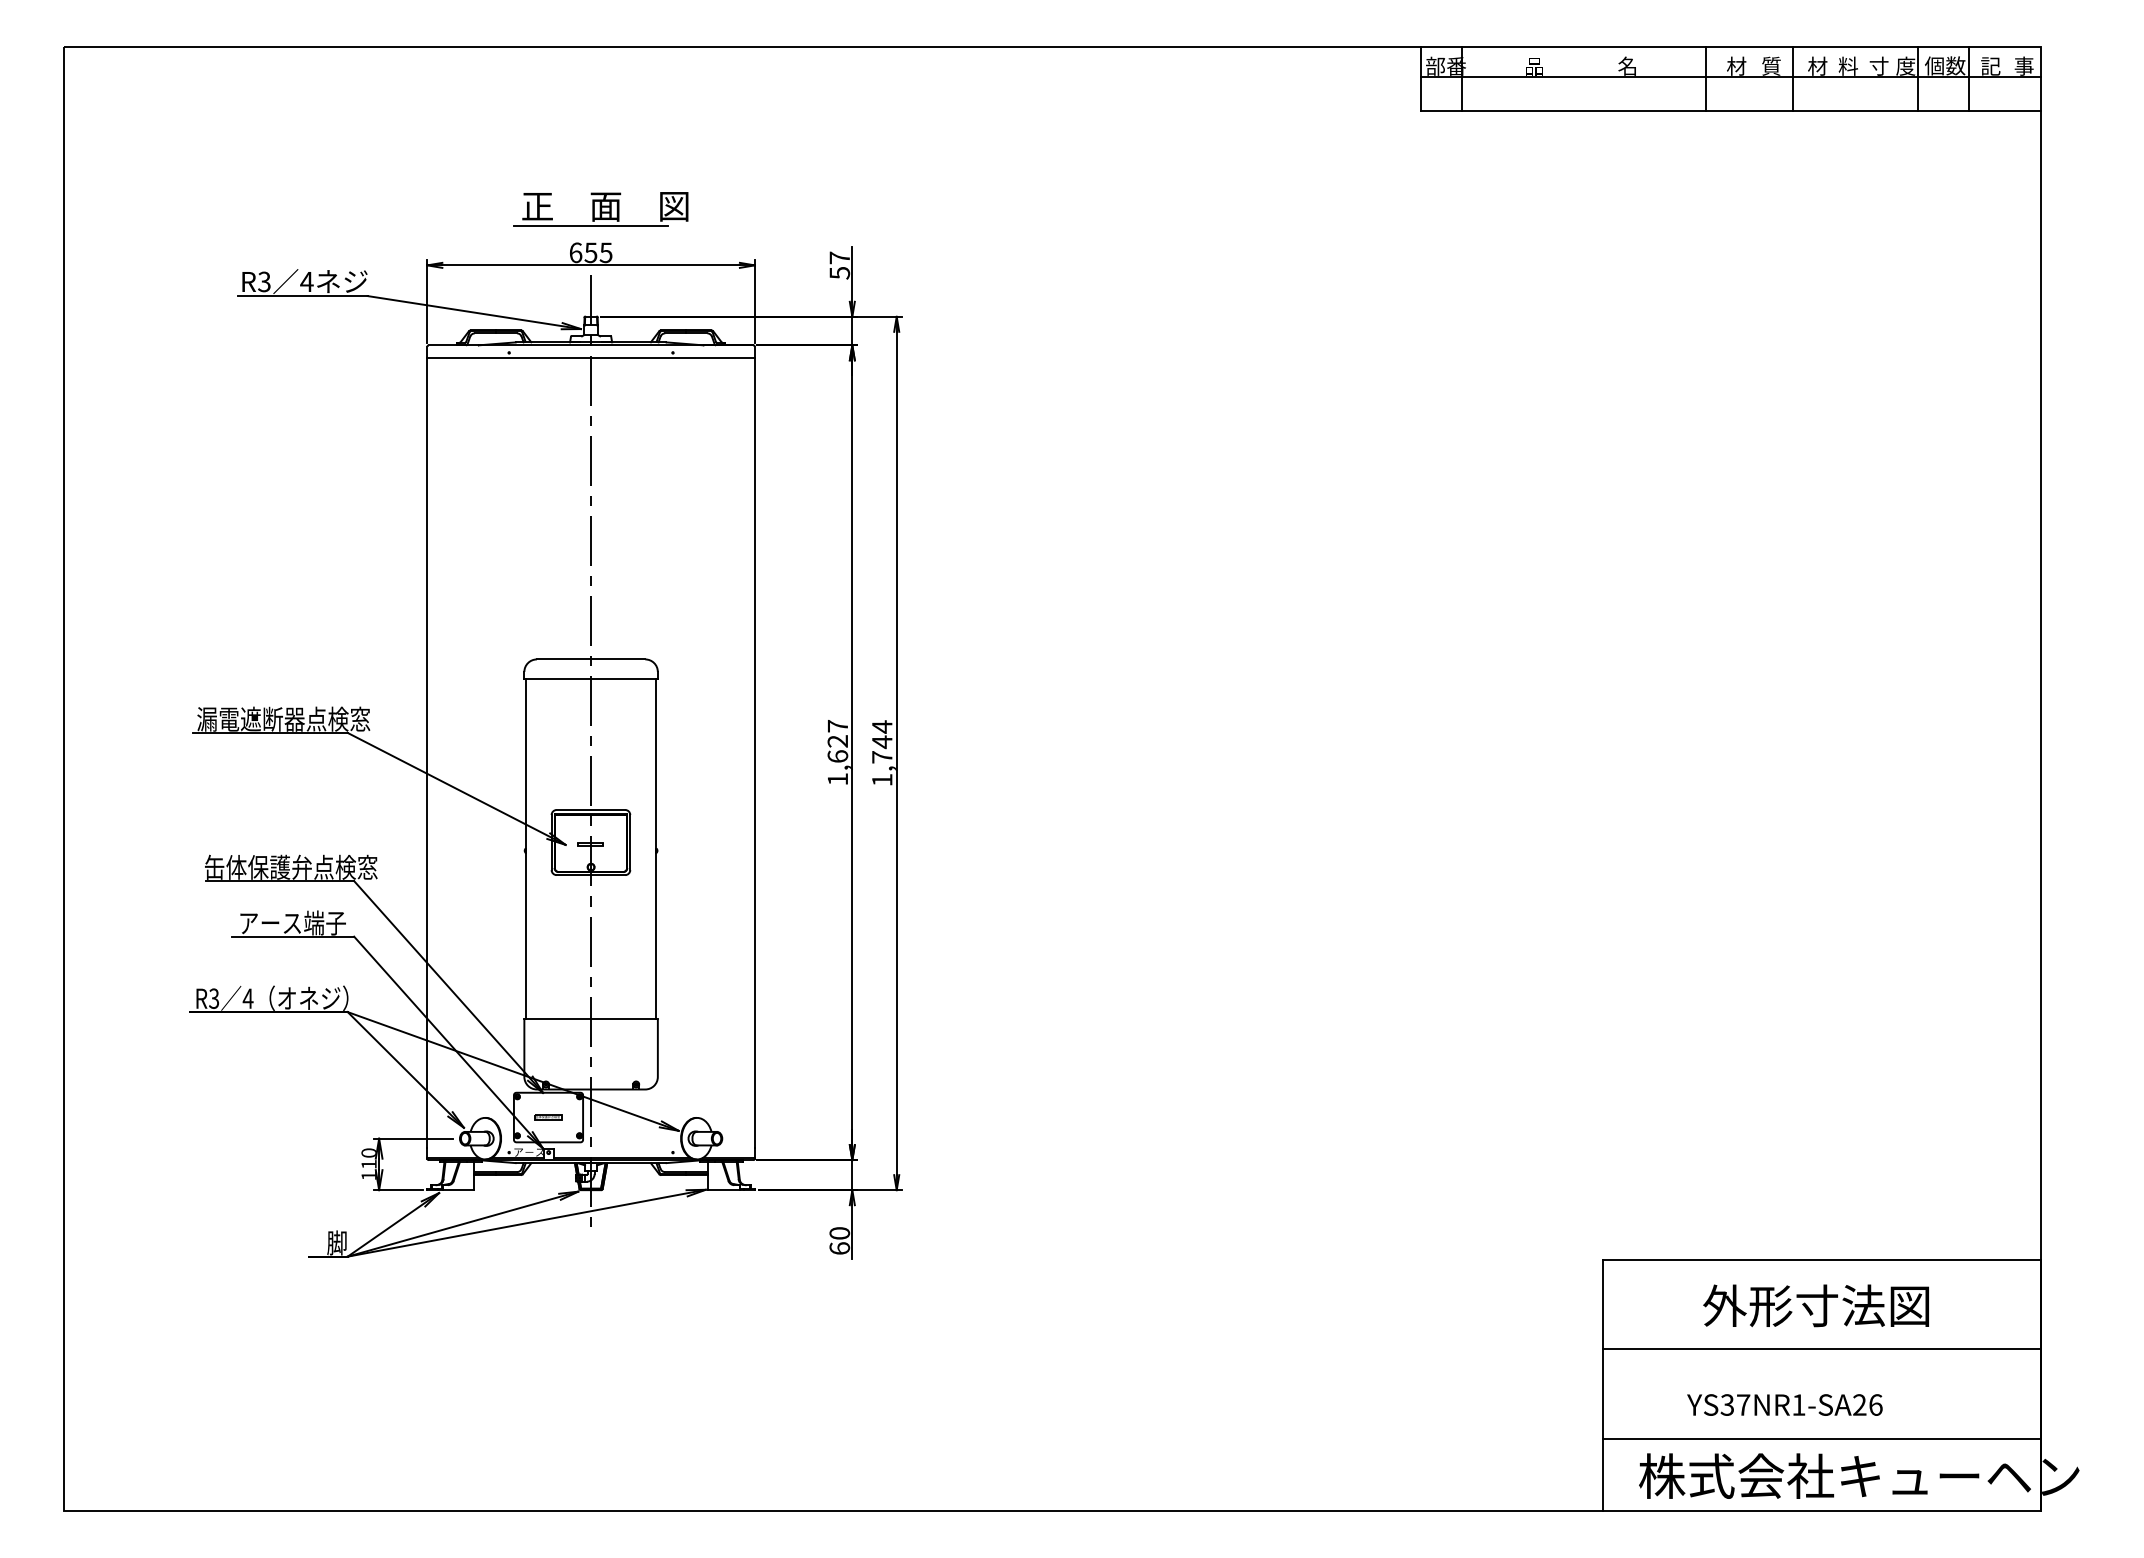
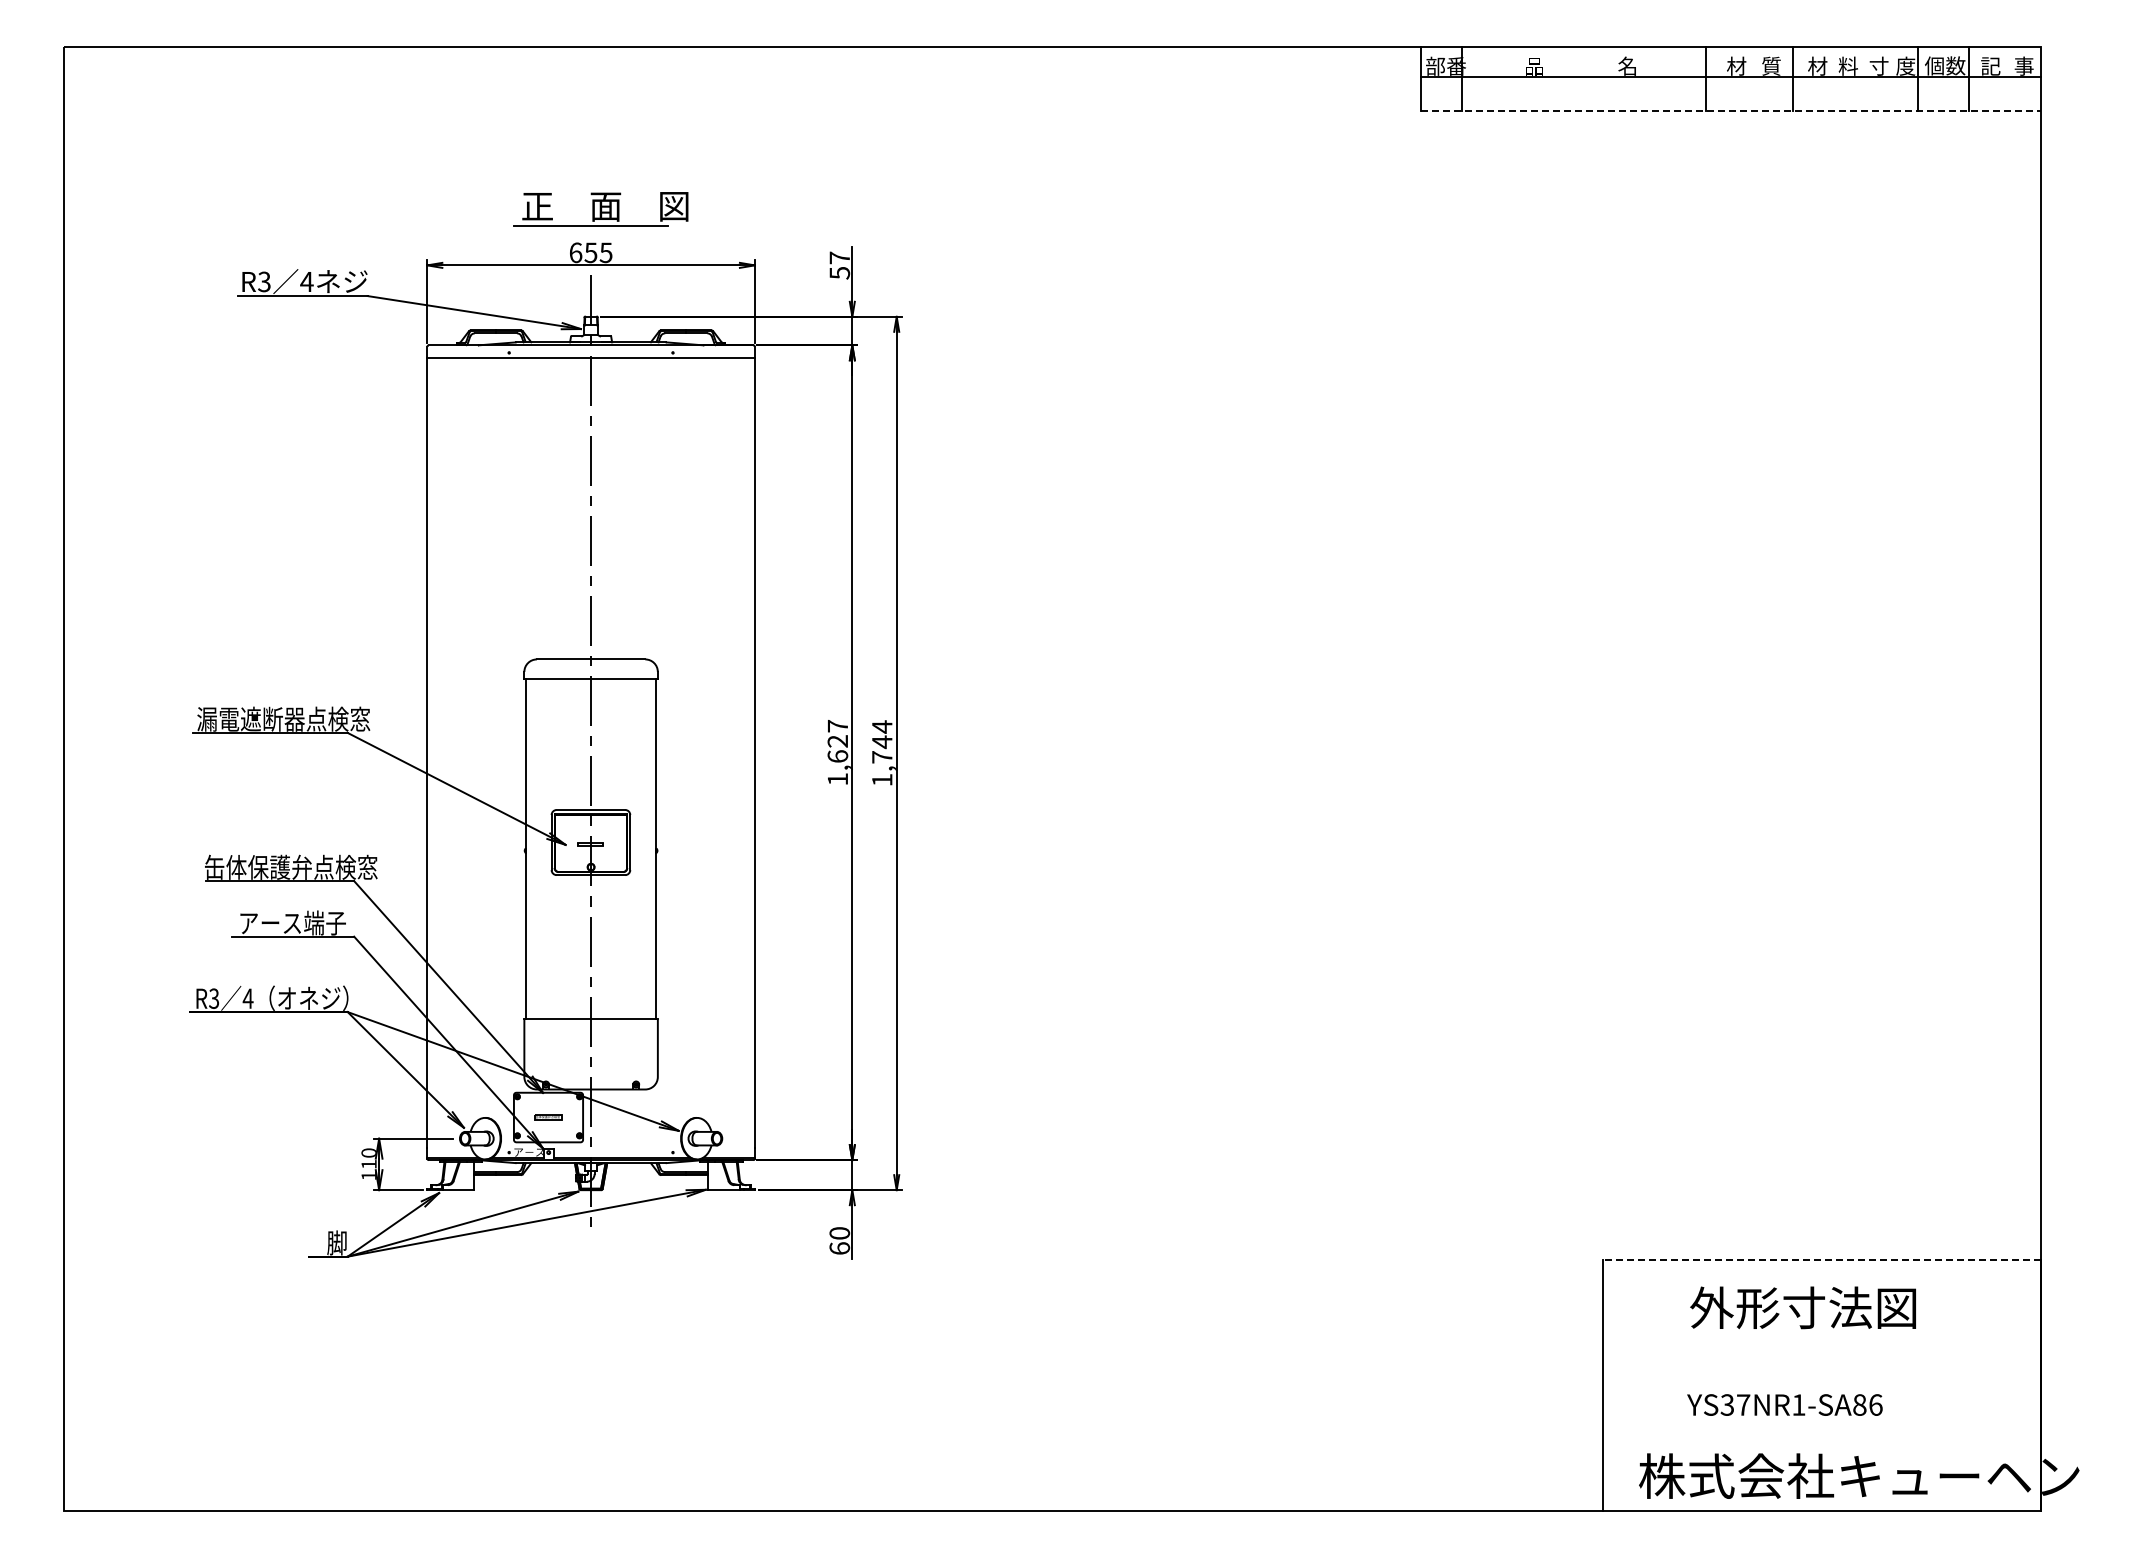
line at (1731, 110): solid -> dashed
line at (1822, 1259): solid -> dashed
text at (1815, 1305) position: (1815, 1305) -> (1802, 1307)
line at (1822, 1349): present -> none
text at (1859, 1404): YS37NR1-SA26 -> YS37NR1-SA86
line at (1822, 1439): present -> none
